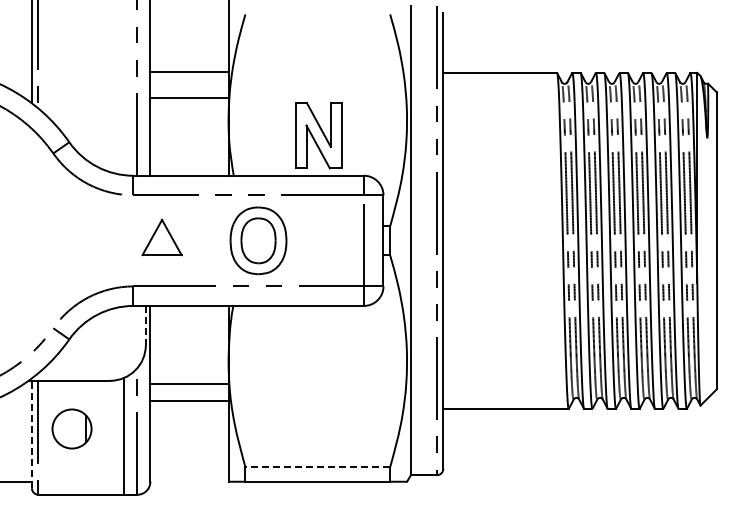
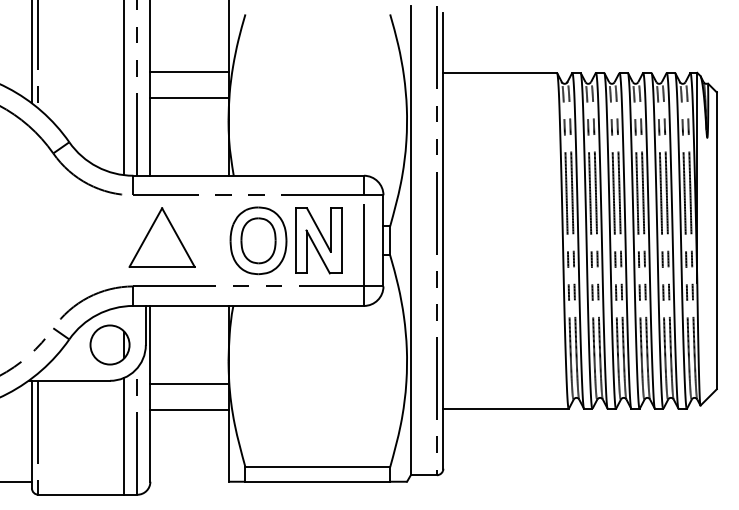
line at (124, 88): none -> present
part at (318, 135) position: (318, 135) -> (318, 240)
part at (161, 237) size: 42x39 px -> 68x61 px
line at (145, 325): dashed -> solid
line at (189, 401) position: (189, 401) -> (189, 410)
part at (71, 428) position: (71, 428) -> (109, 344)
line at (31, 434): dashed -> solid
line at (317, 467): dashed -> solid
